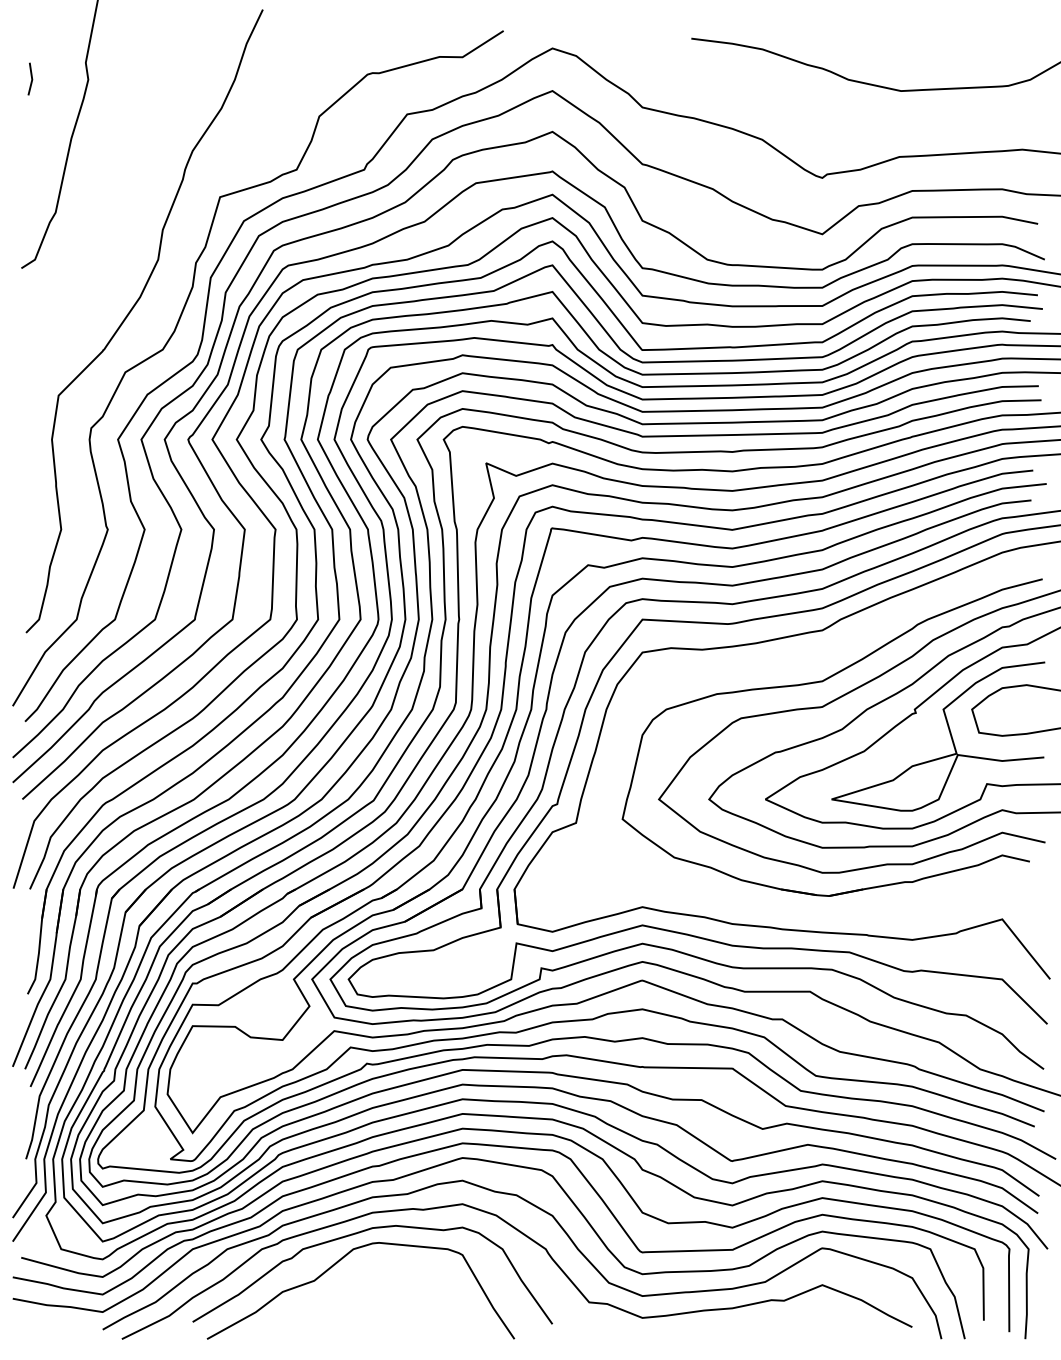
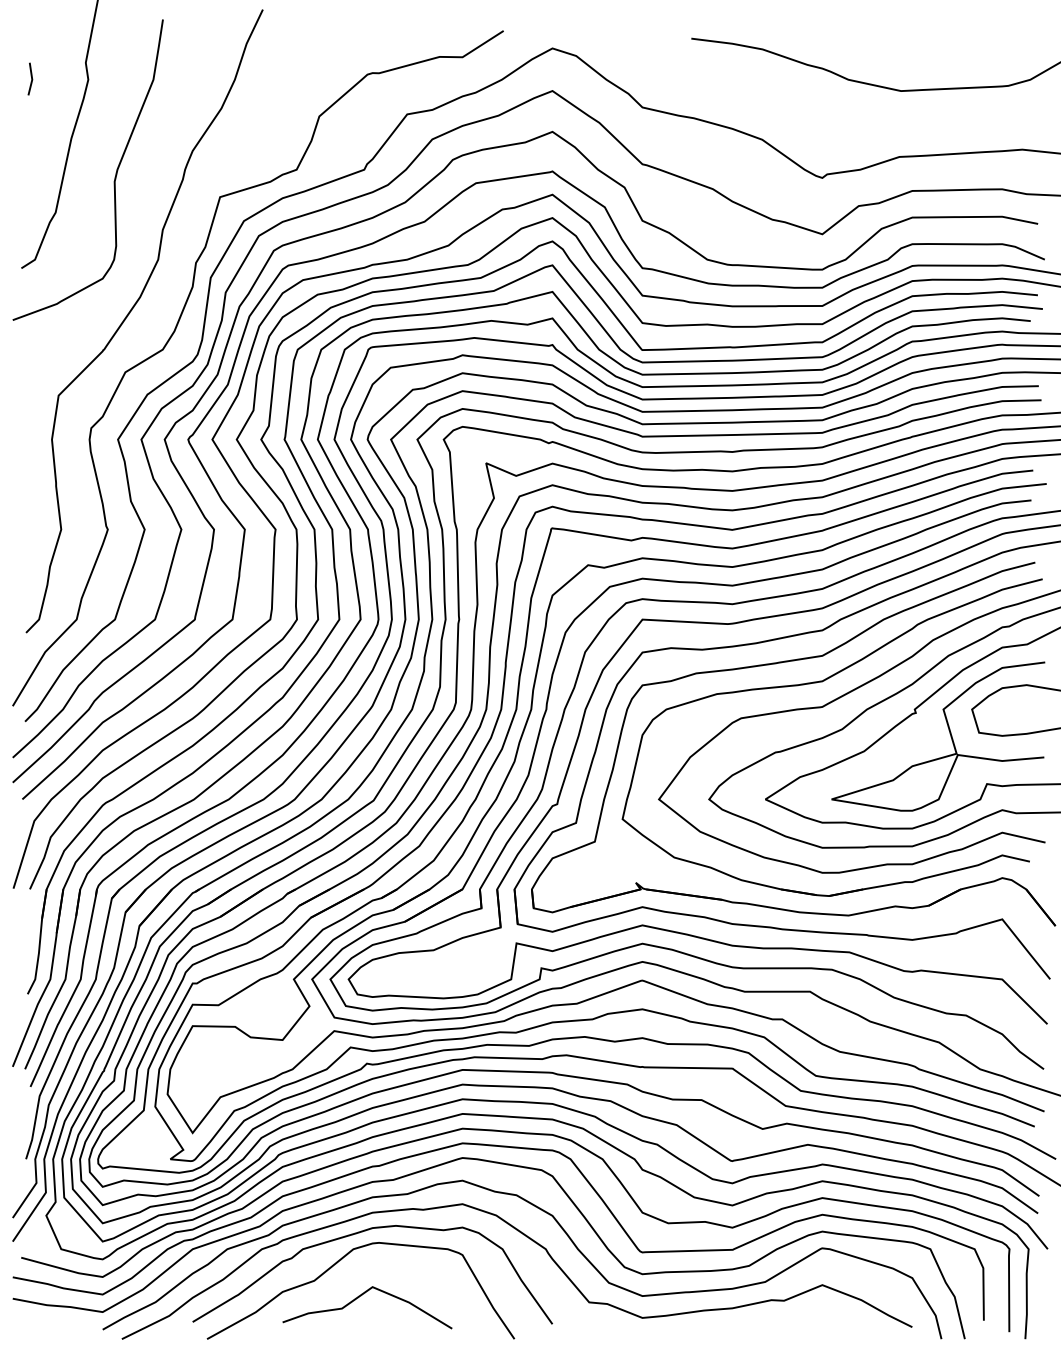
curve at (115, 172): none -> present
part at (776, 664): none -> present
curve at (361, 1296): none -> present
